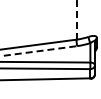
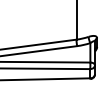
line at (76, 19): dashed -> solid
line at (39, 51): dashed -> solid
